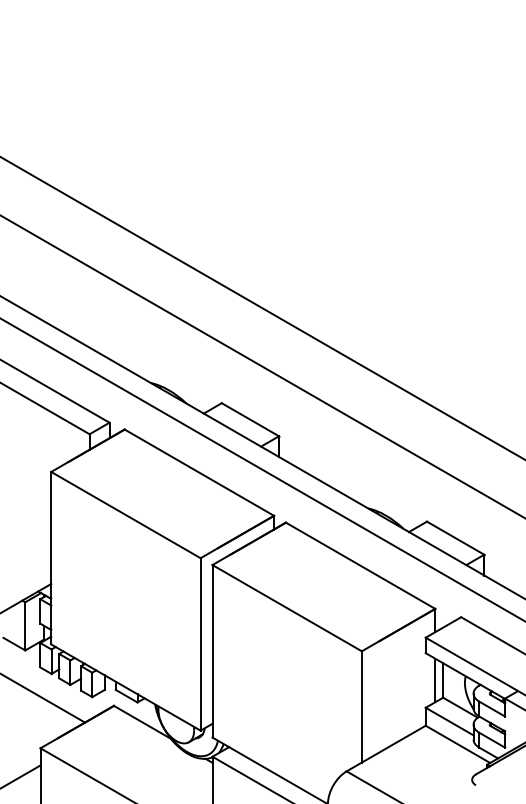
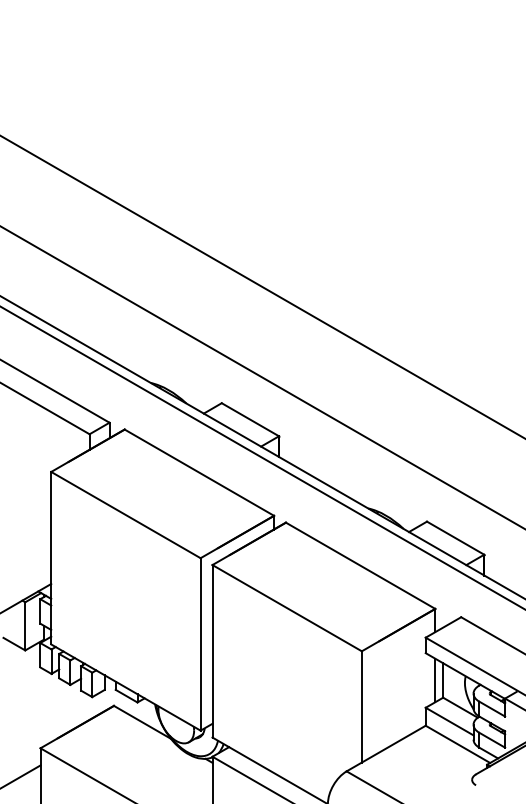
line at (262, 308) position: (262, 308) -> (262, 286)
line at (262, 366) position: (262, 366) -> (262, 377)
line at (262, 469) position: (262, 469) -> (262, 457)
line at (43, 698): present -> none
